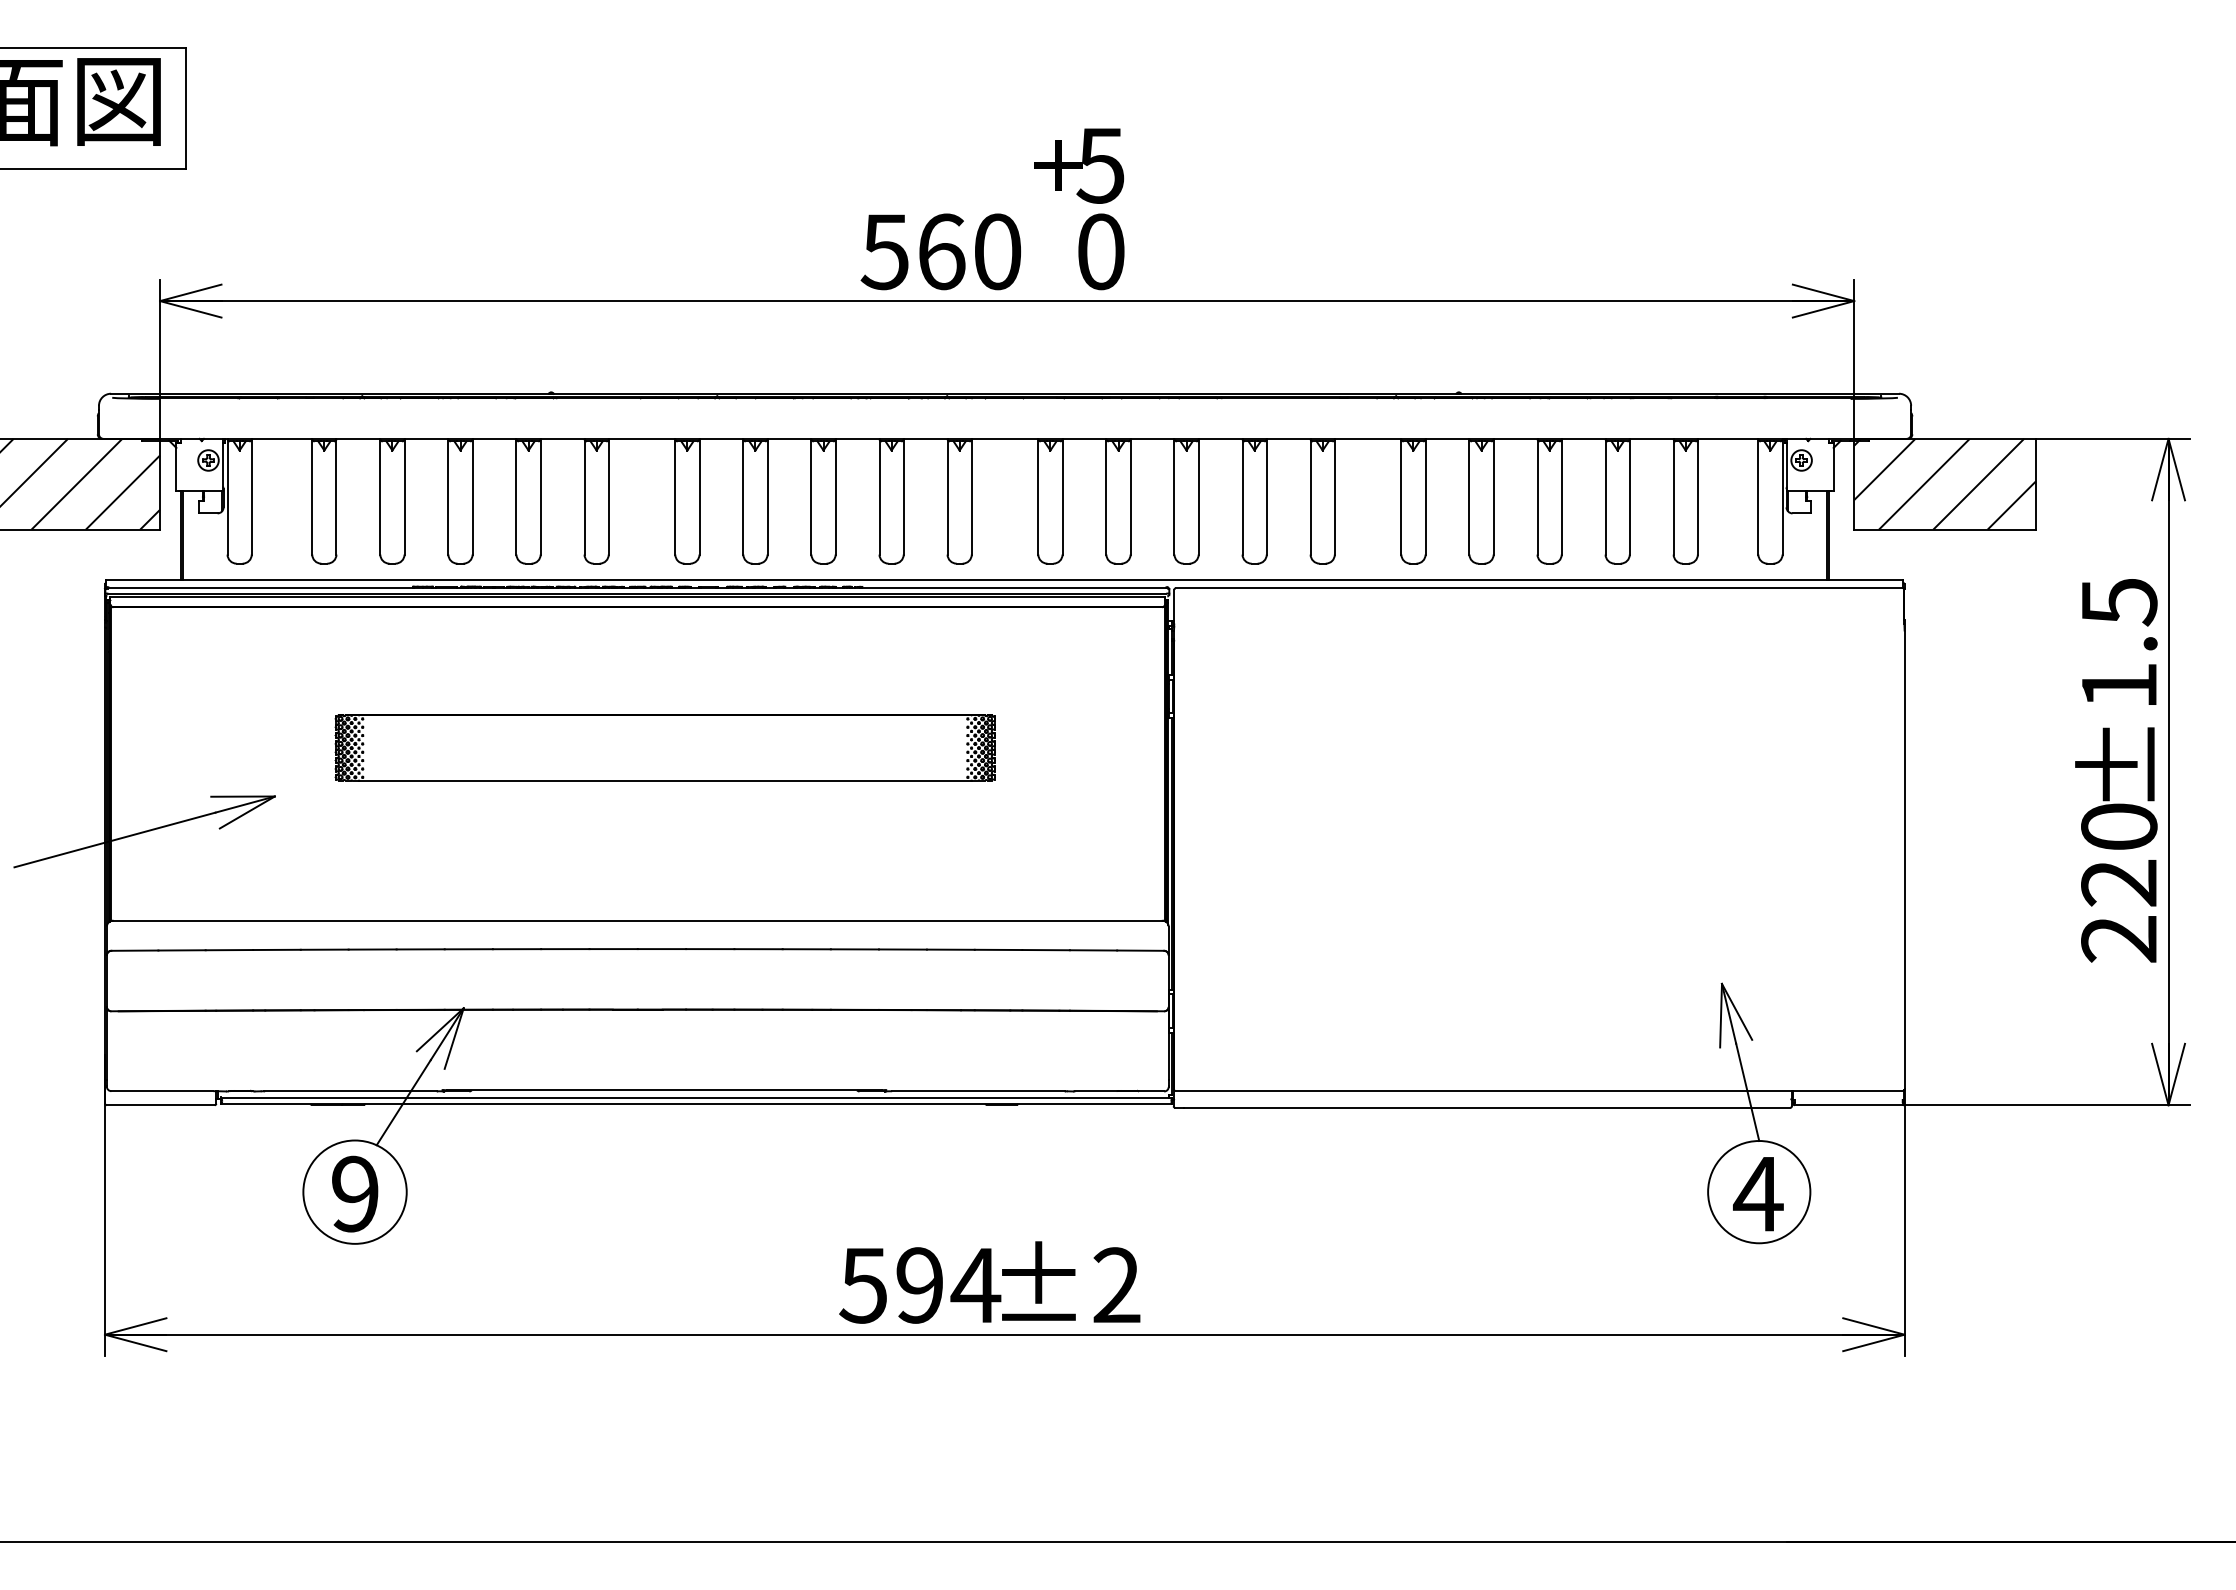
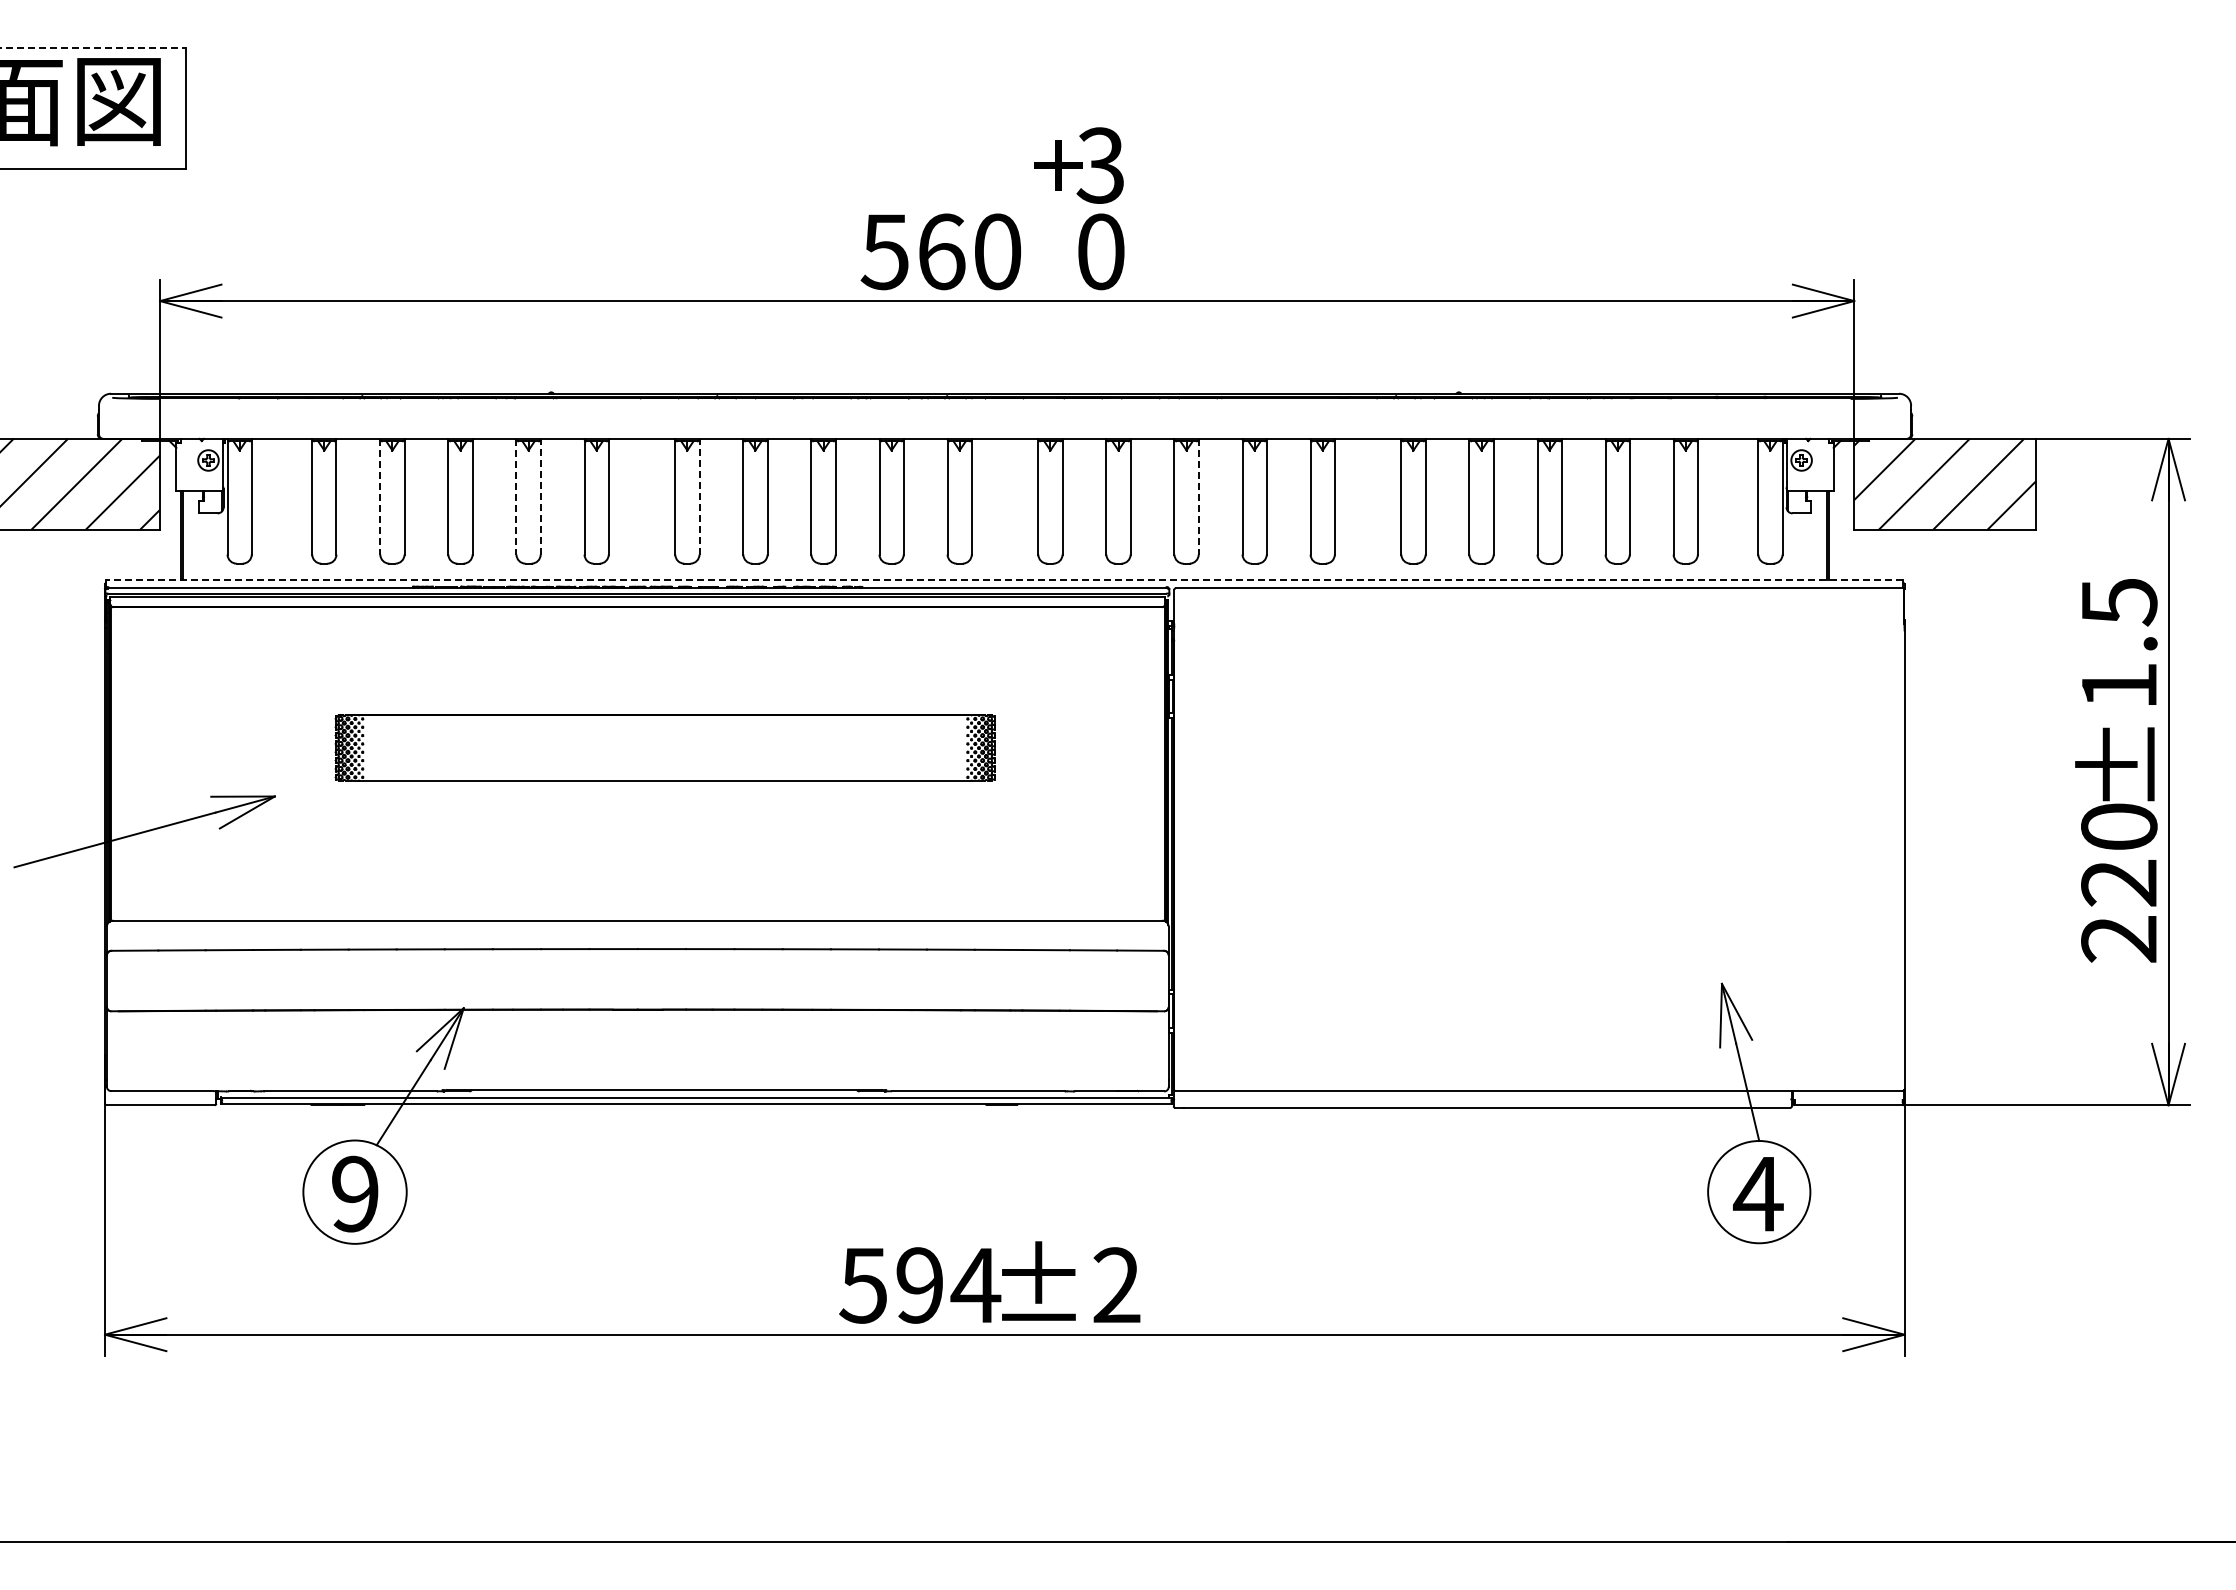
line at (93, 47): solid -> dashed
text at (1100, 165): 5 -> 3
line at (380, 496): solid -> dashed
line at (516, 496): solid -> dashed
line at (540, 496): solid -> dashed
line at (699, 496): solid -> dashed
line at (1198, 496): solid -> dashed
line at (1004, 580): solid -> dashed
